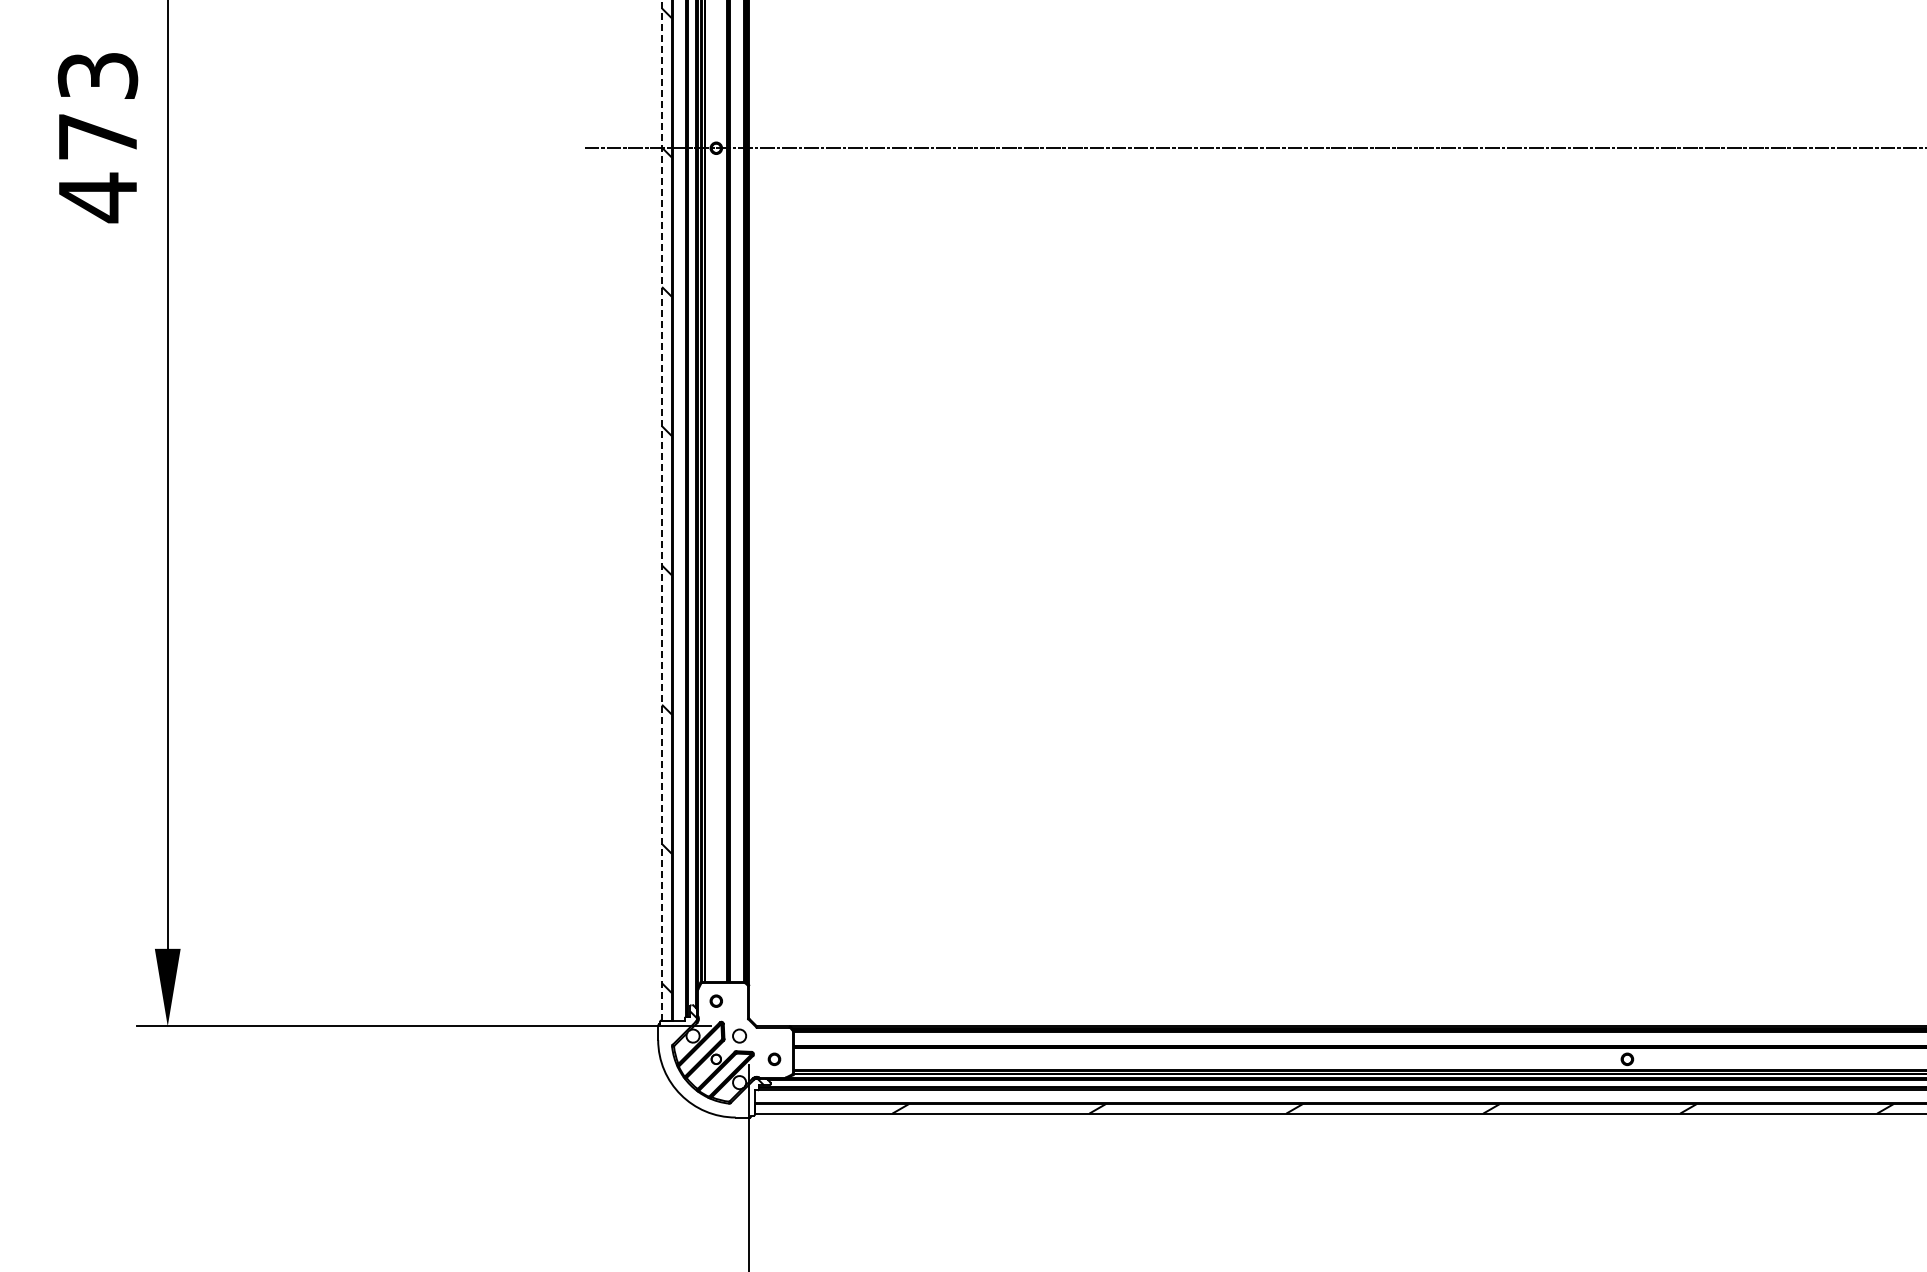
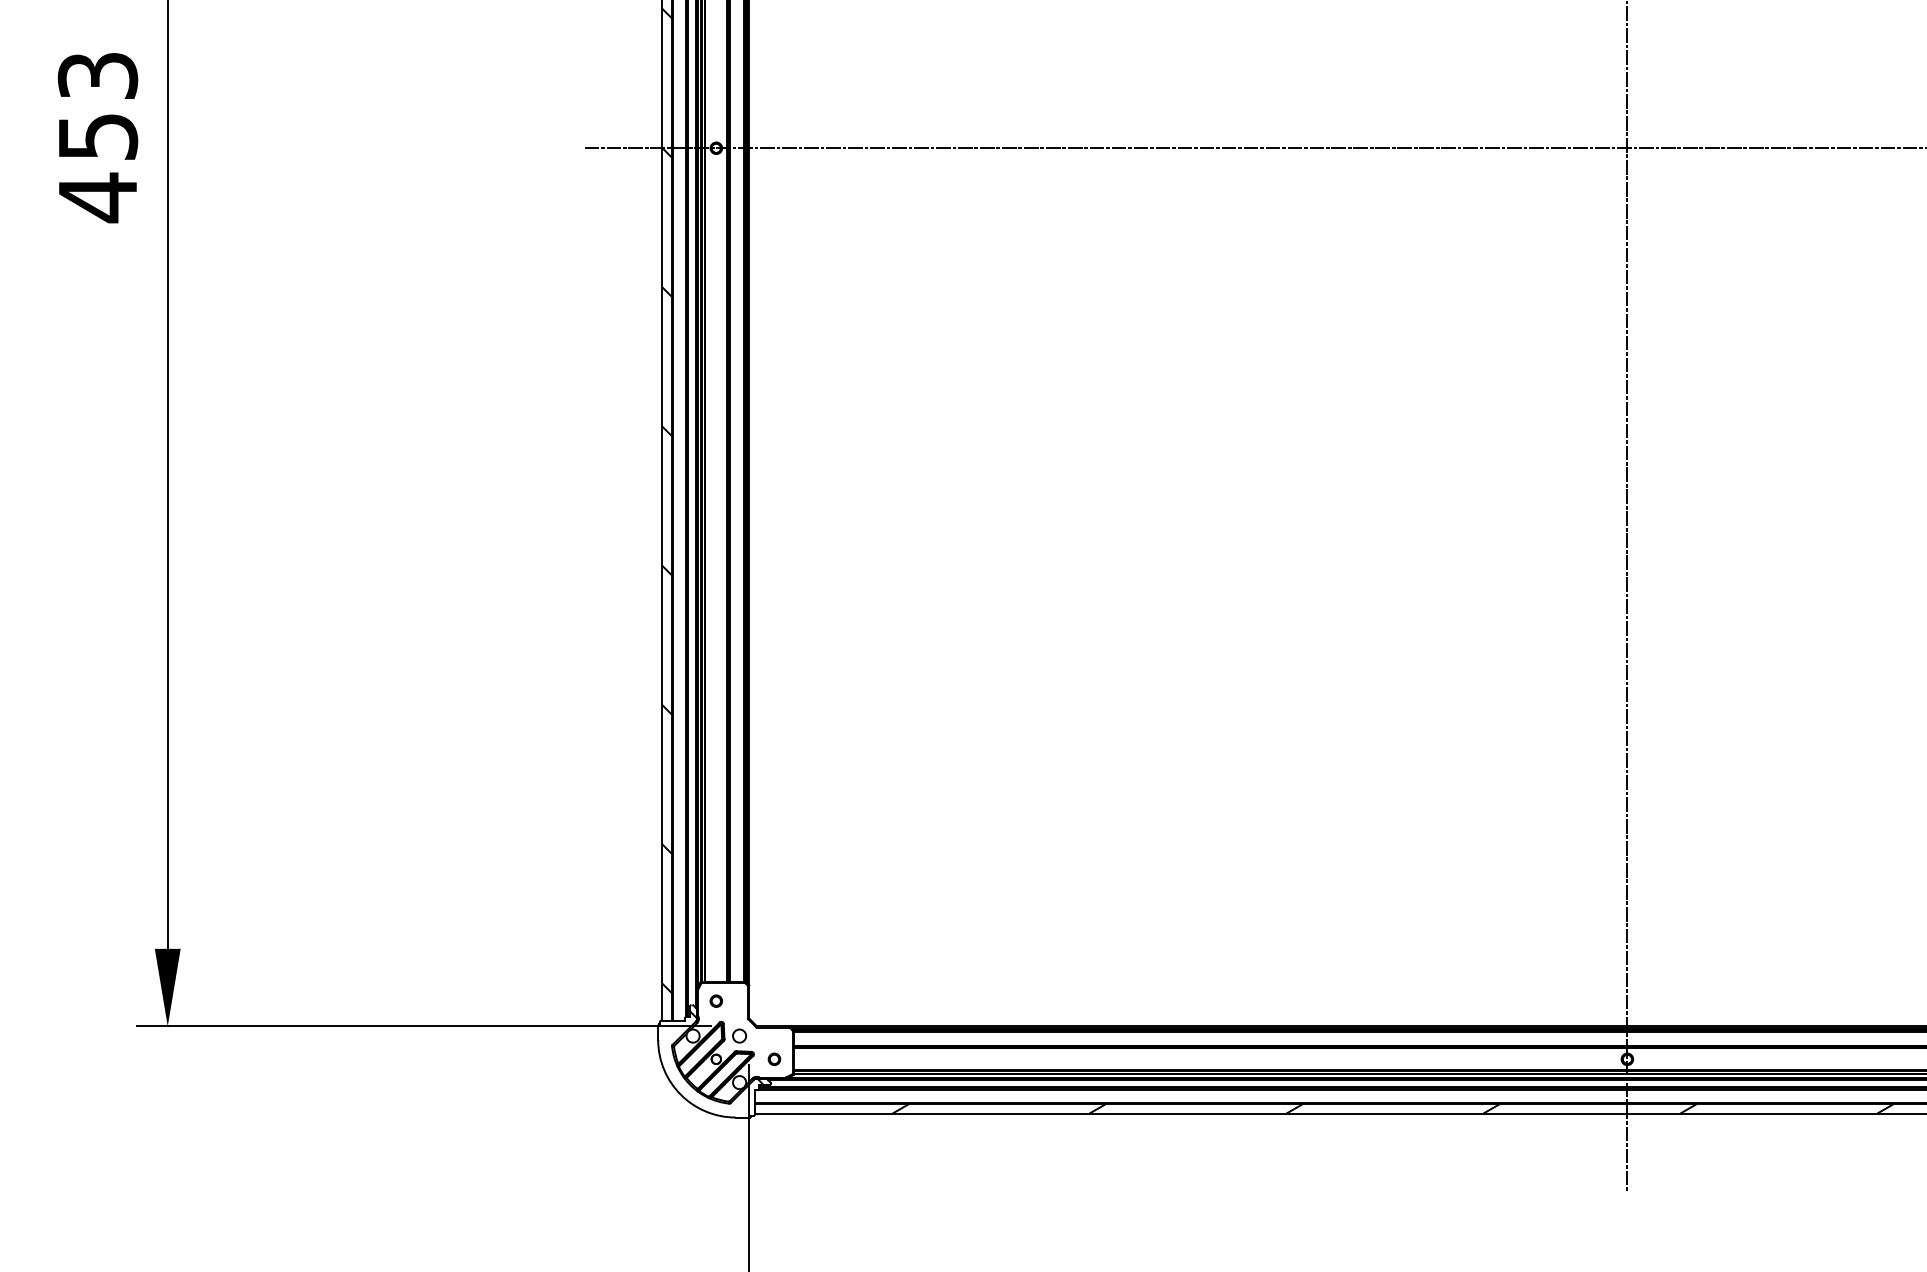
text at (98, 136): 473 -> 453
line at (662, 510): dashed -> solid
line at (1627, 596): none -> present
